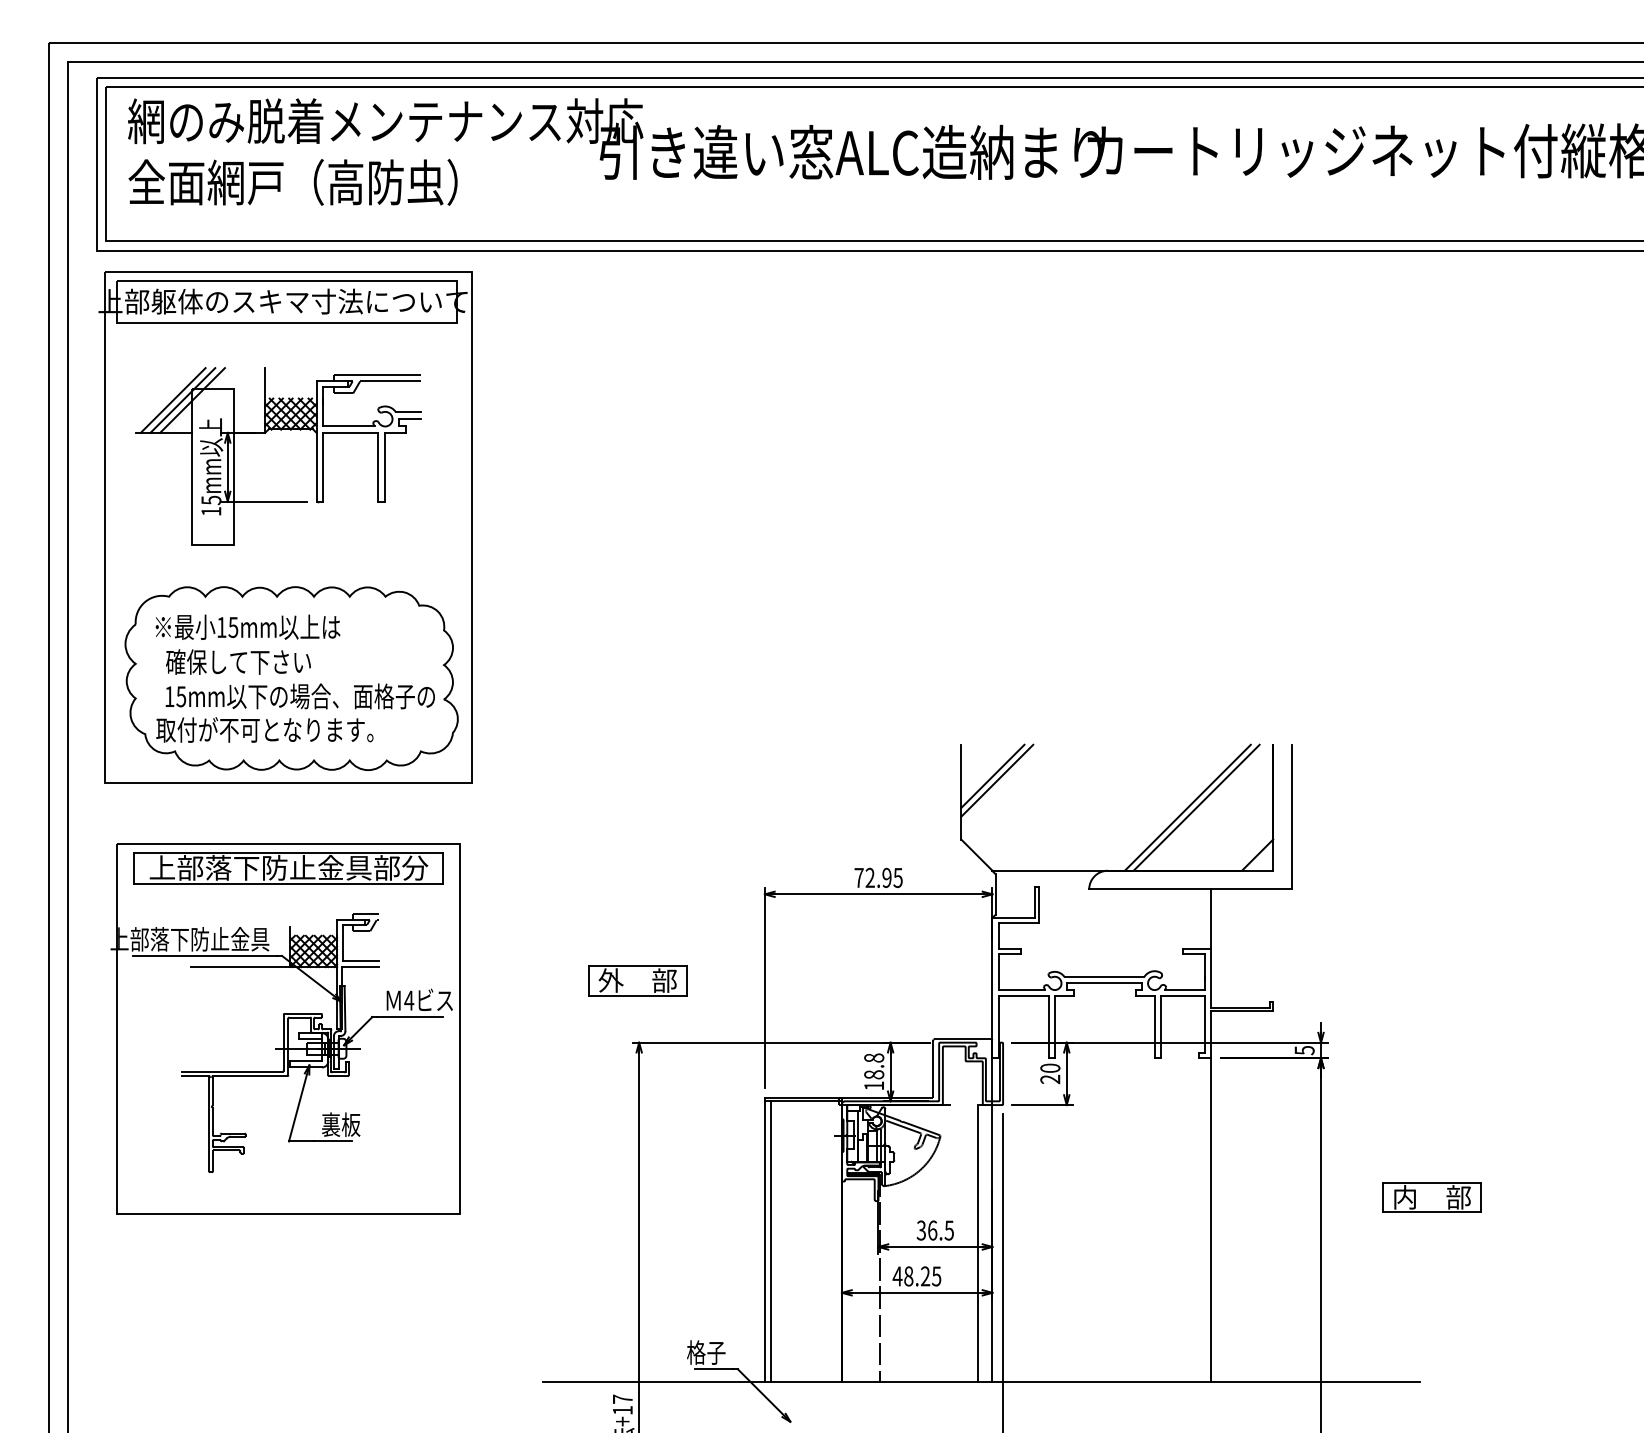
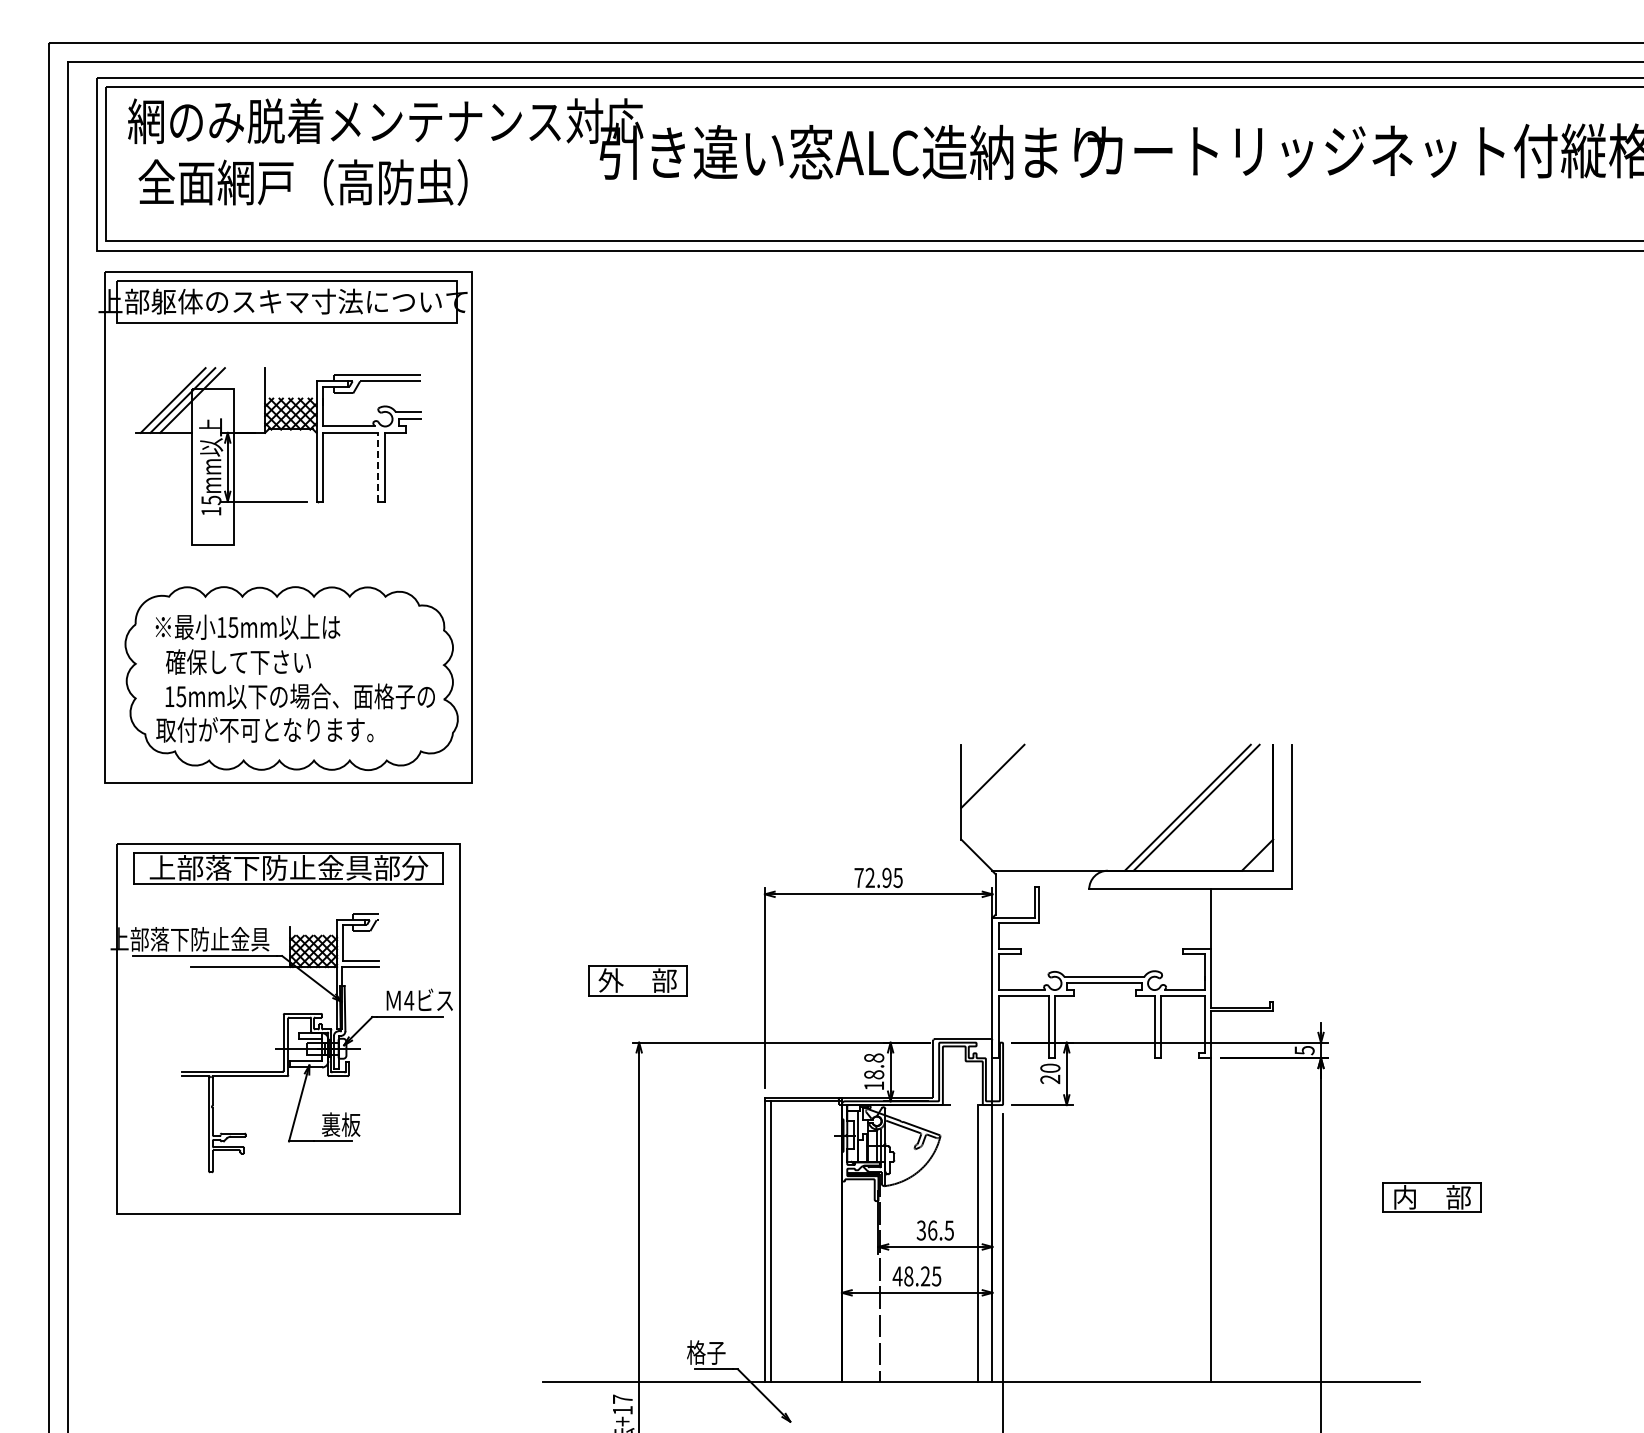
text at (292, 182) position: (292, 182) -> (302, 182)
line at (378, 466): solid -> dashed
line at (997, 780): present -> none
